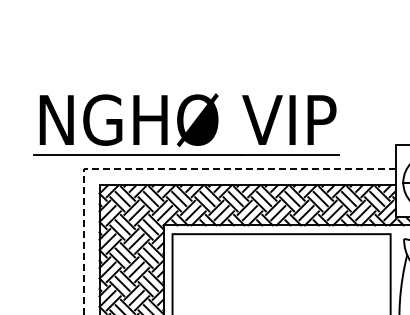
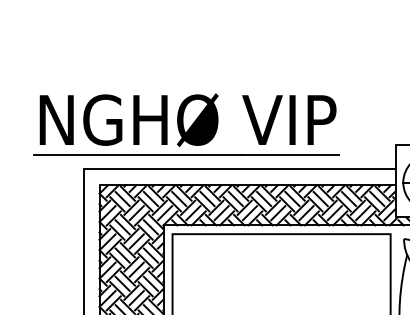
line at (166, 169): dashed -> solid
